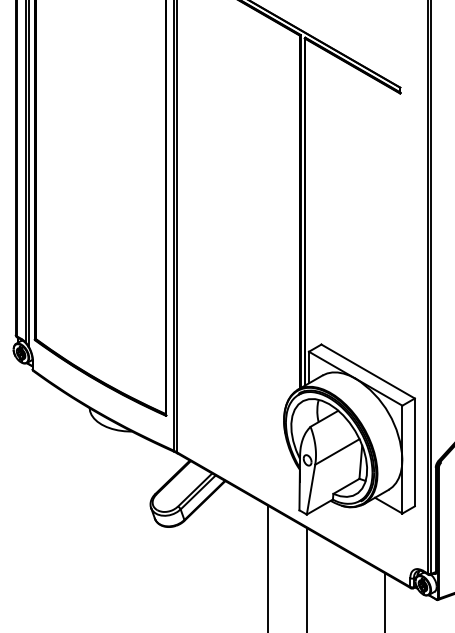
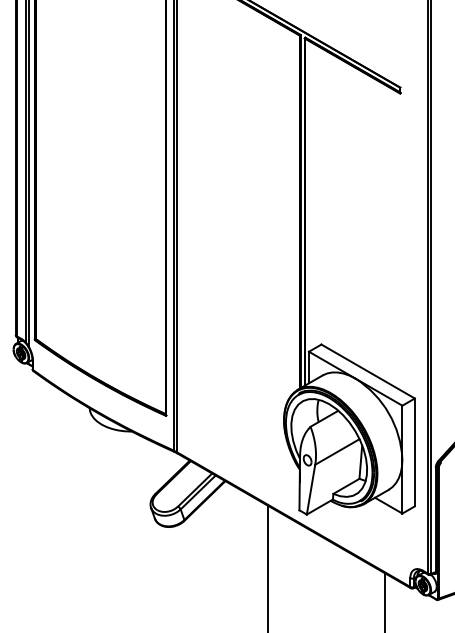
line at (306, 578): present -> none
